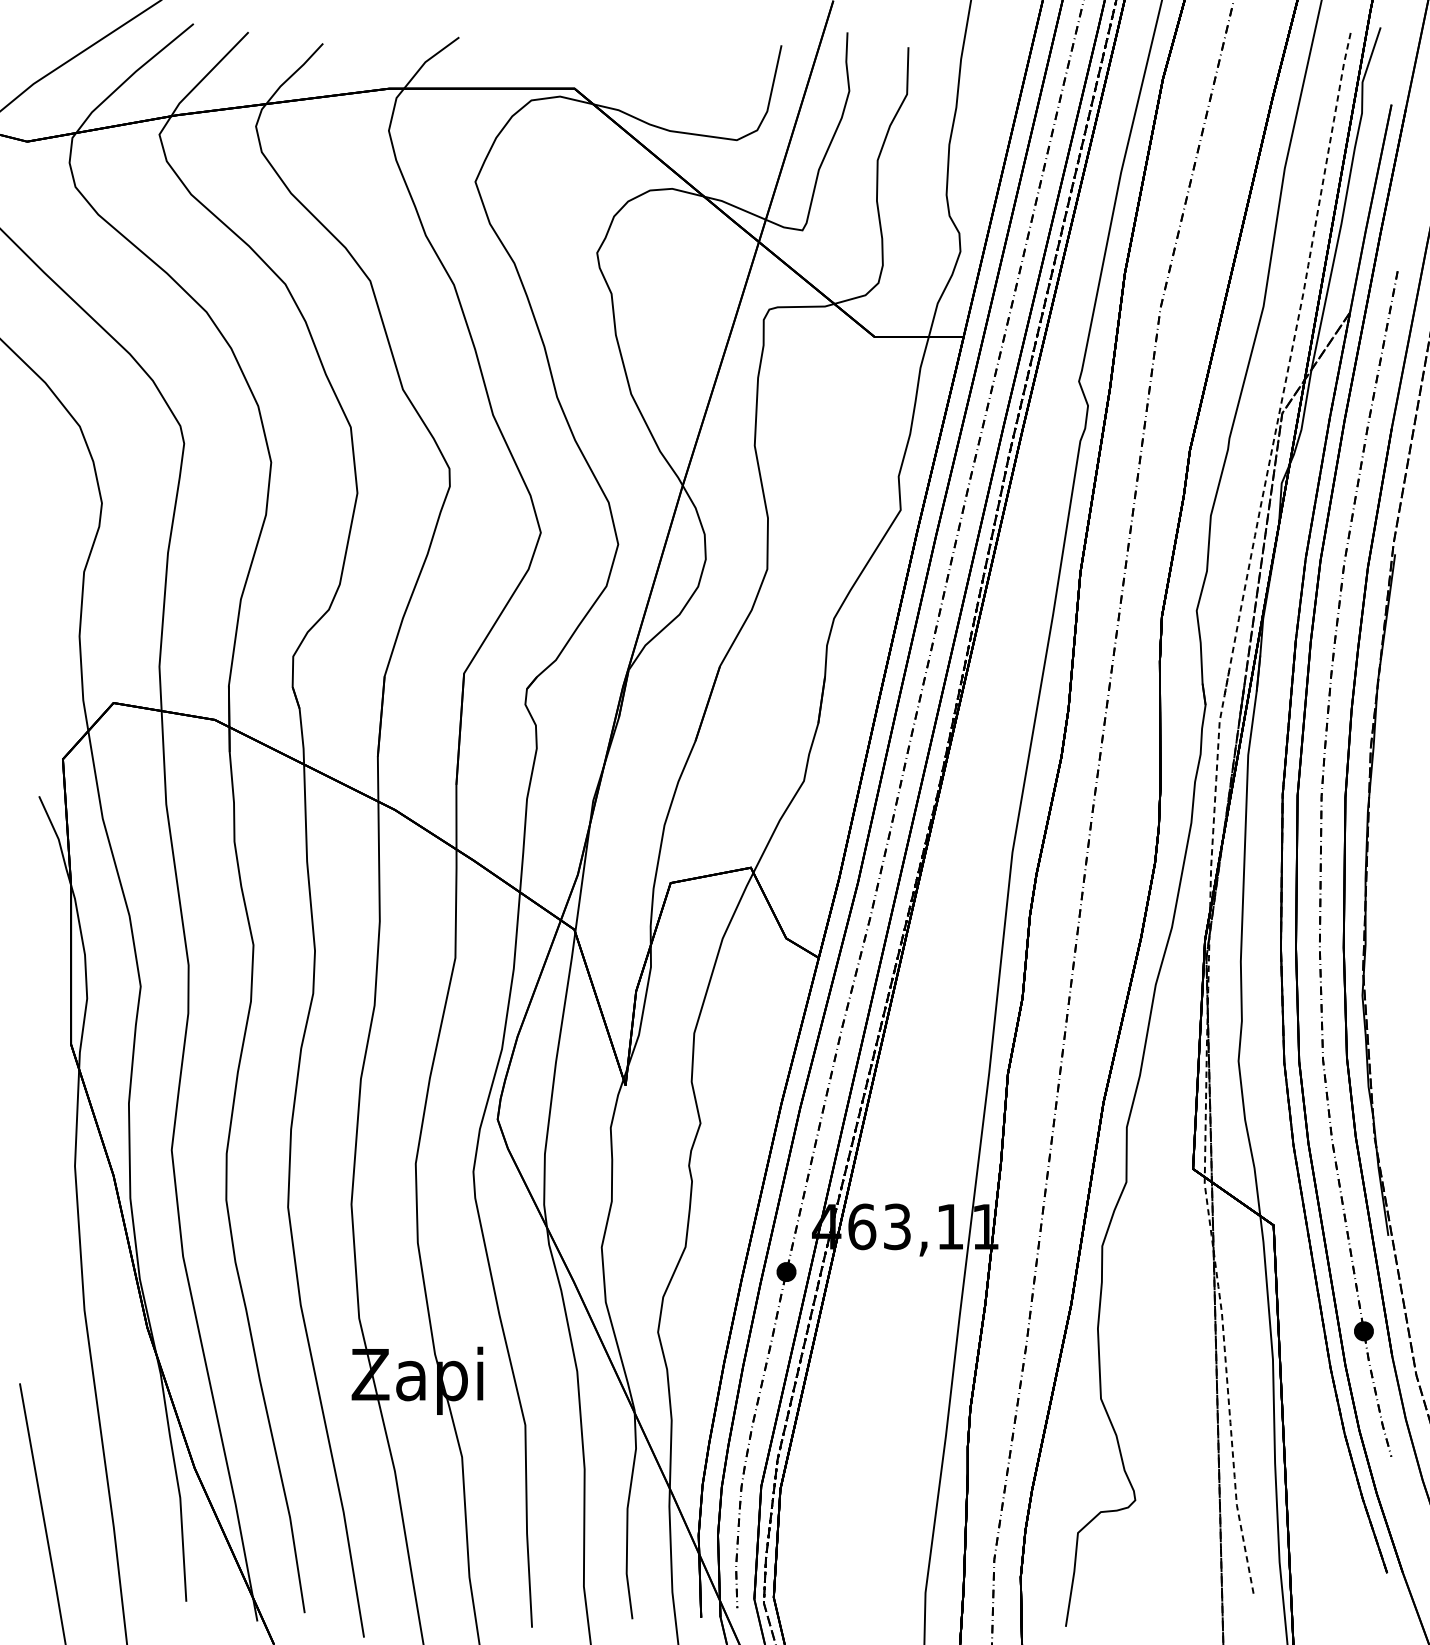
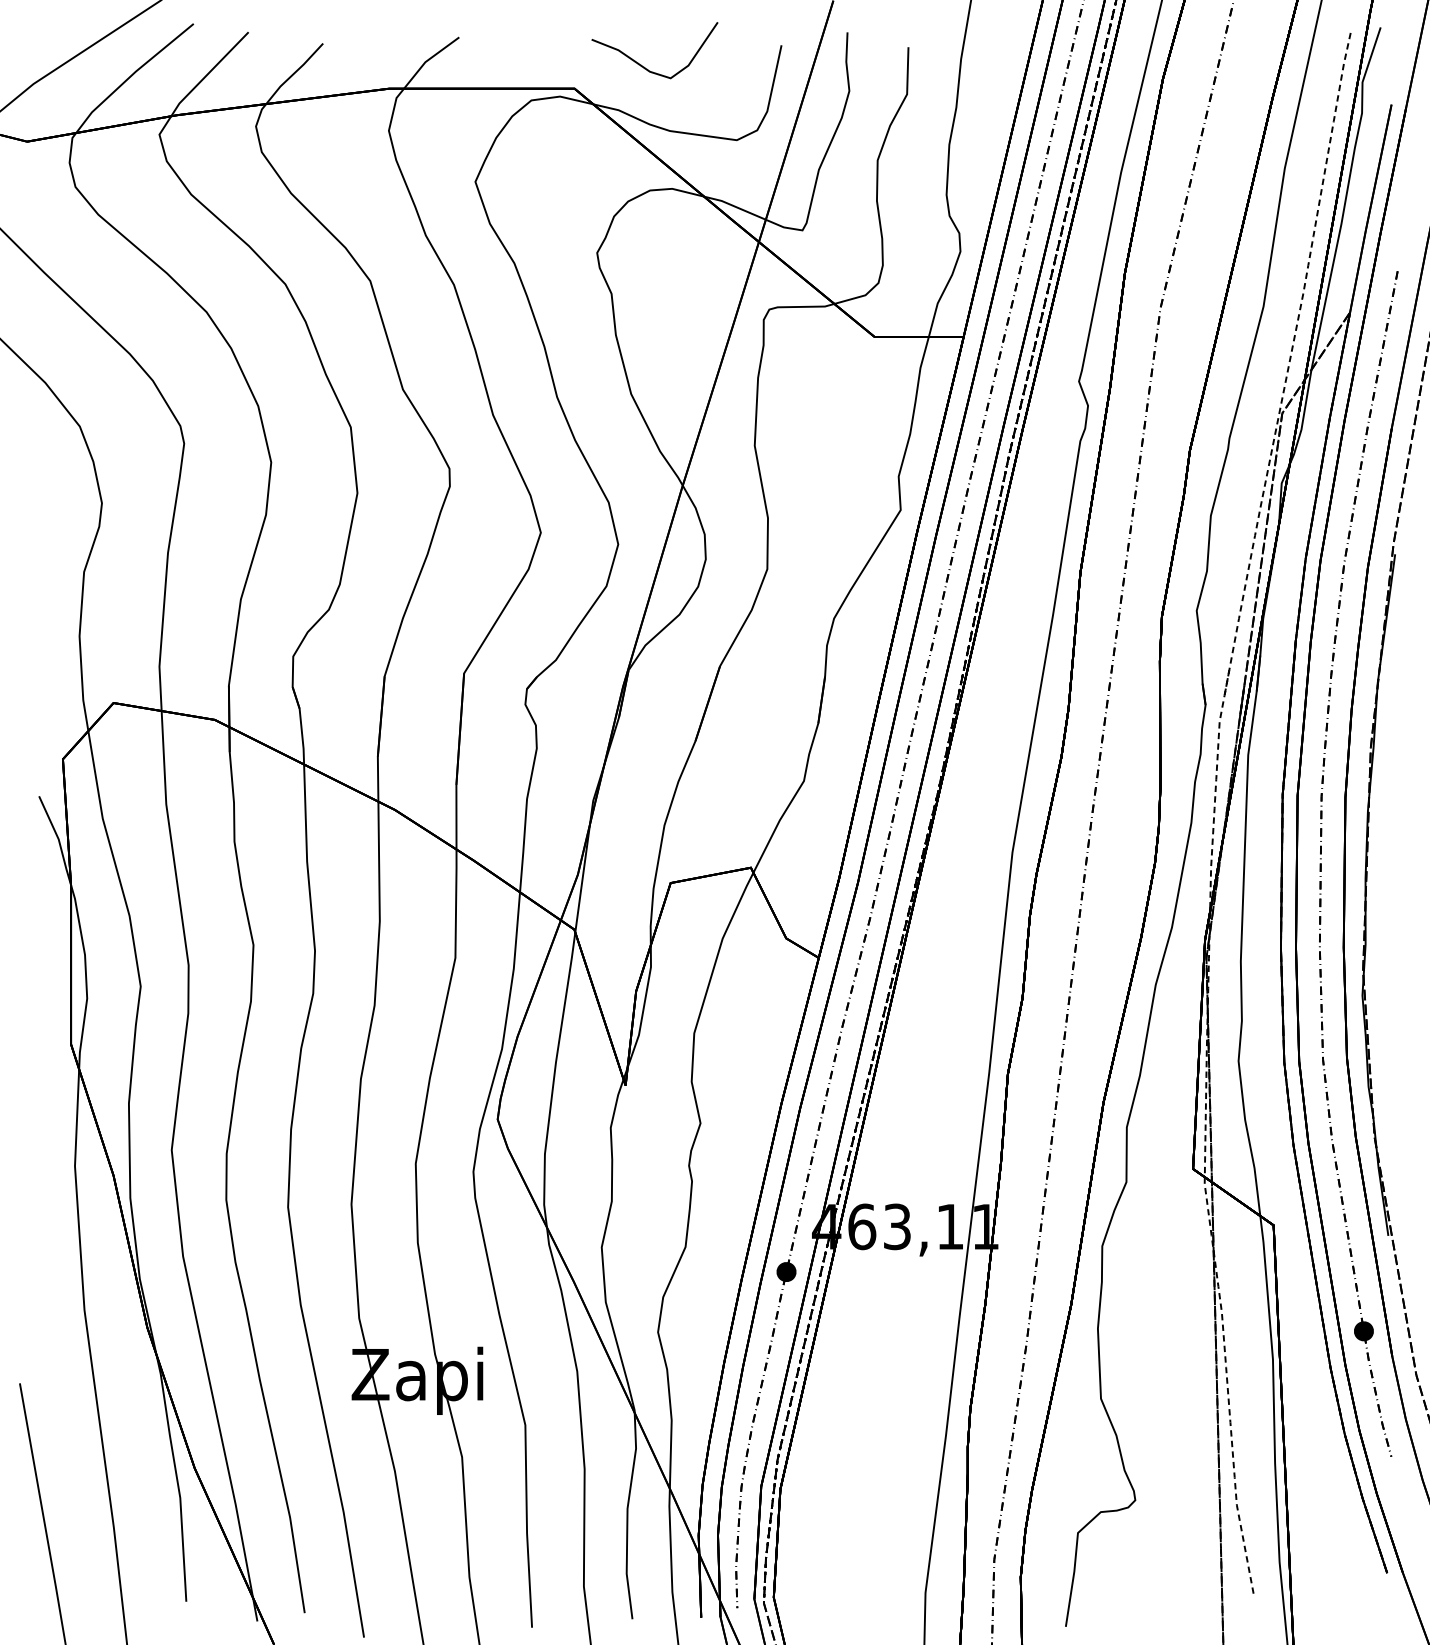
curve at (644, 66): none -> present
